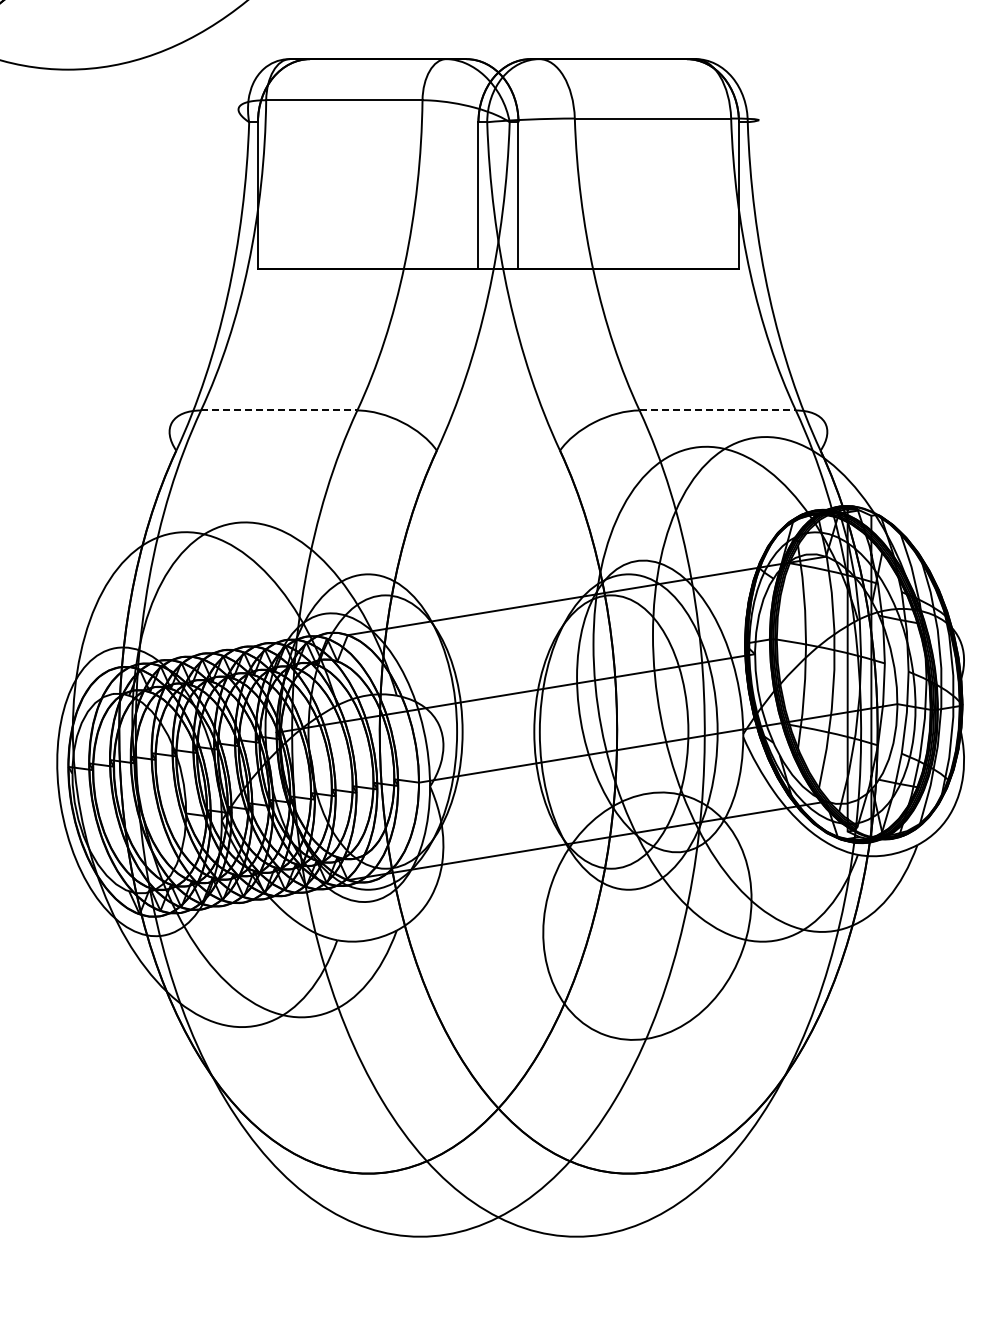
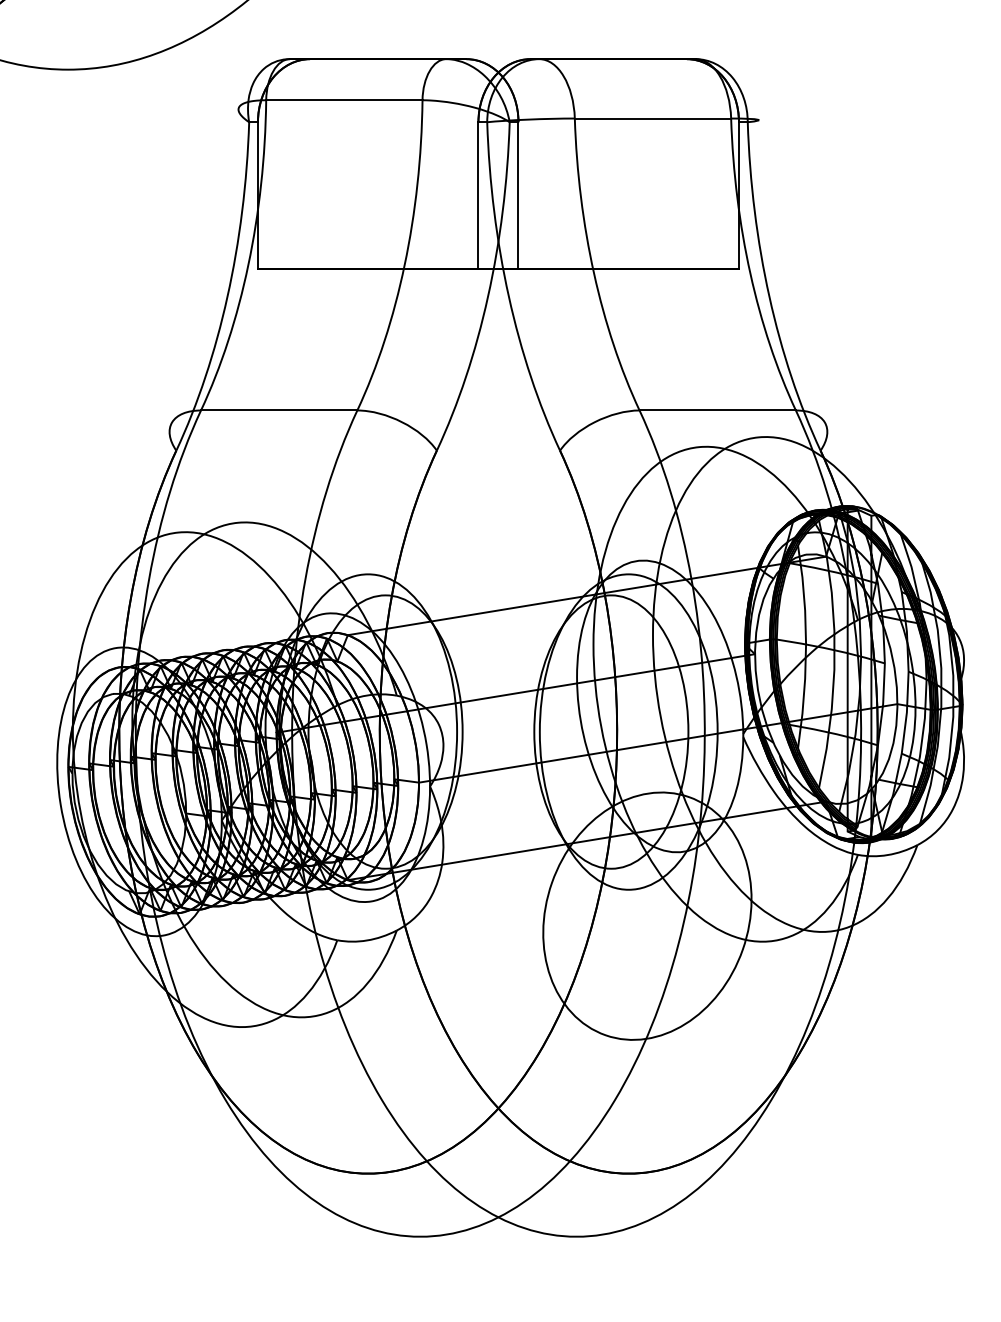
line at (279, 410): dashed -> solid
line at (718, 410): dashed -> solid
